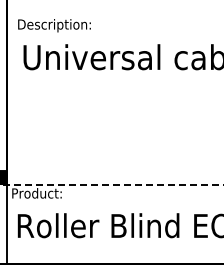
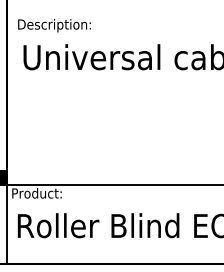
line at (112, 185): dashed -> solid
